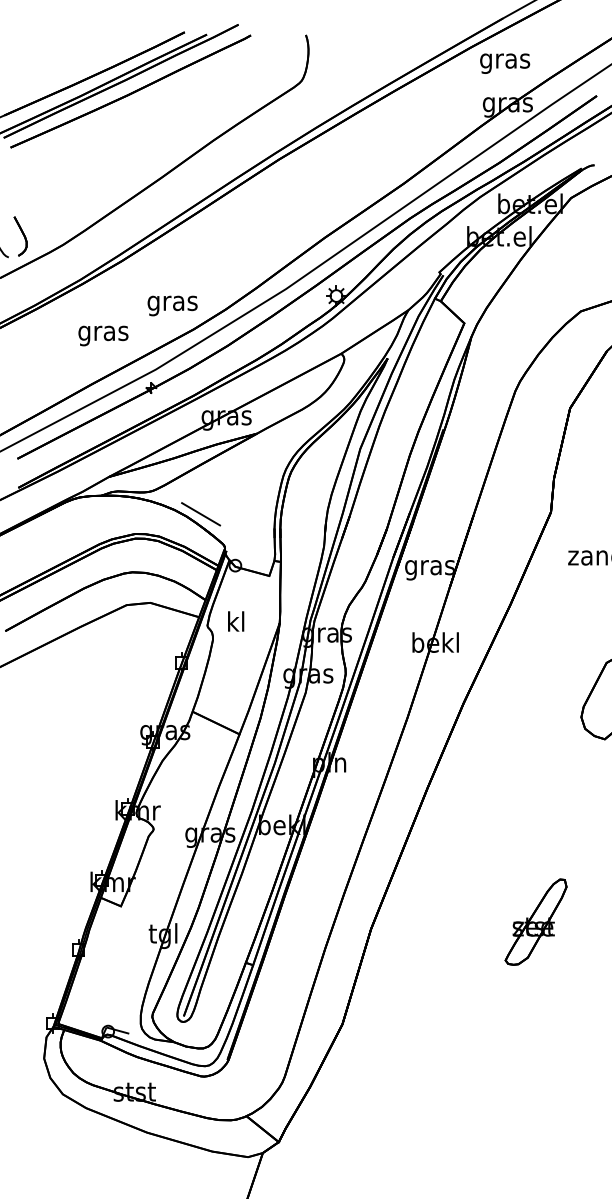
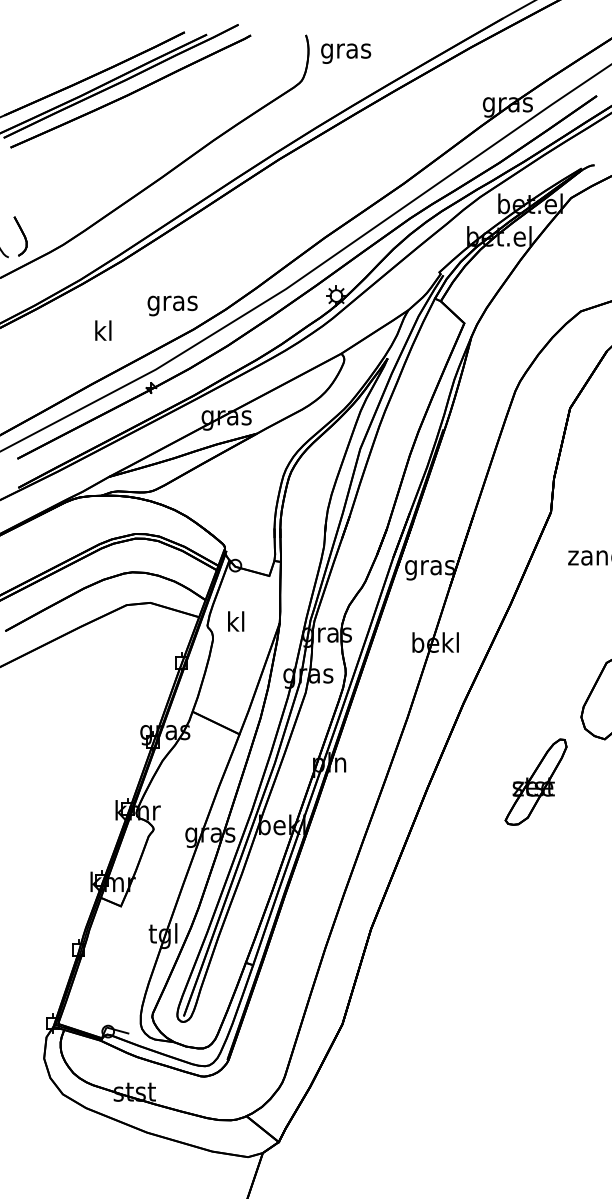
text at (505, 63) position: (505, 63) -> (346, 53)
text at (103, 333): gras -> kl
line at (201, 514): present -> none
part at (535, 921) position: (535, 921) -> (535, 781)
